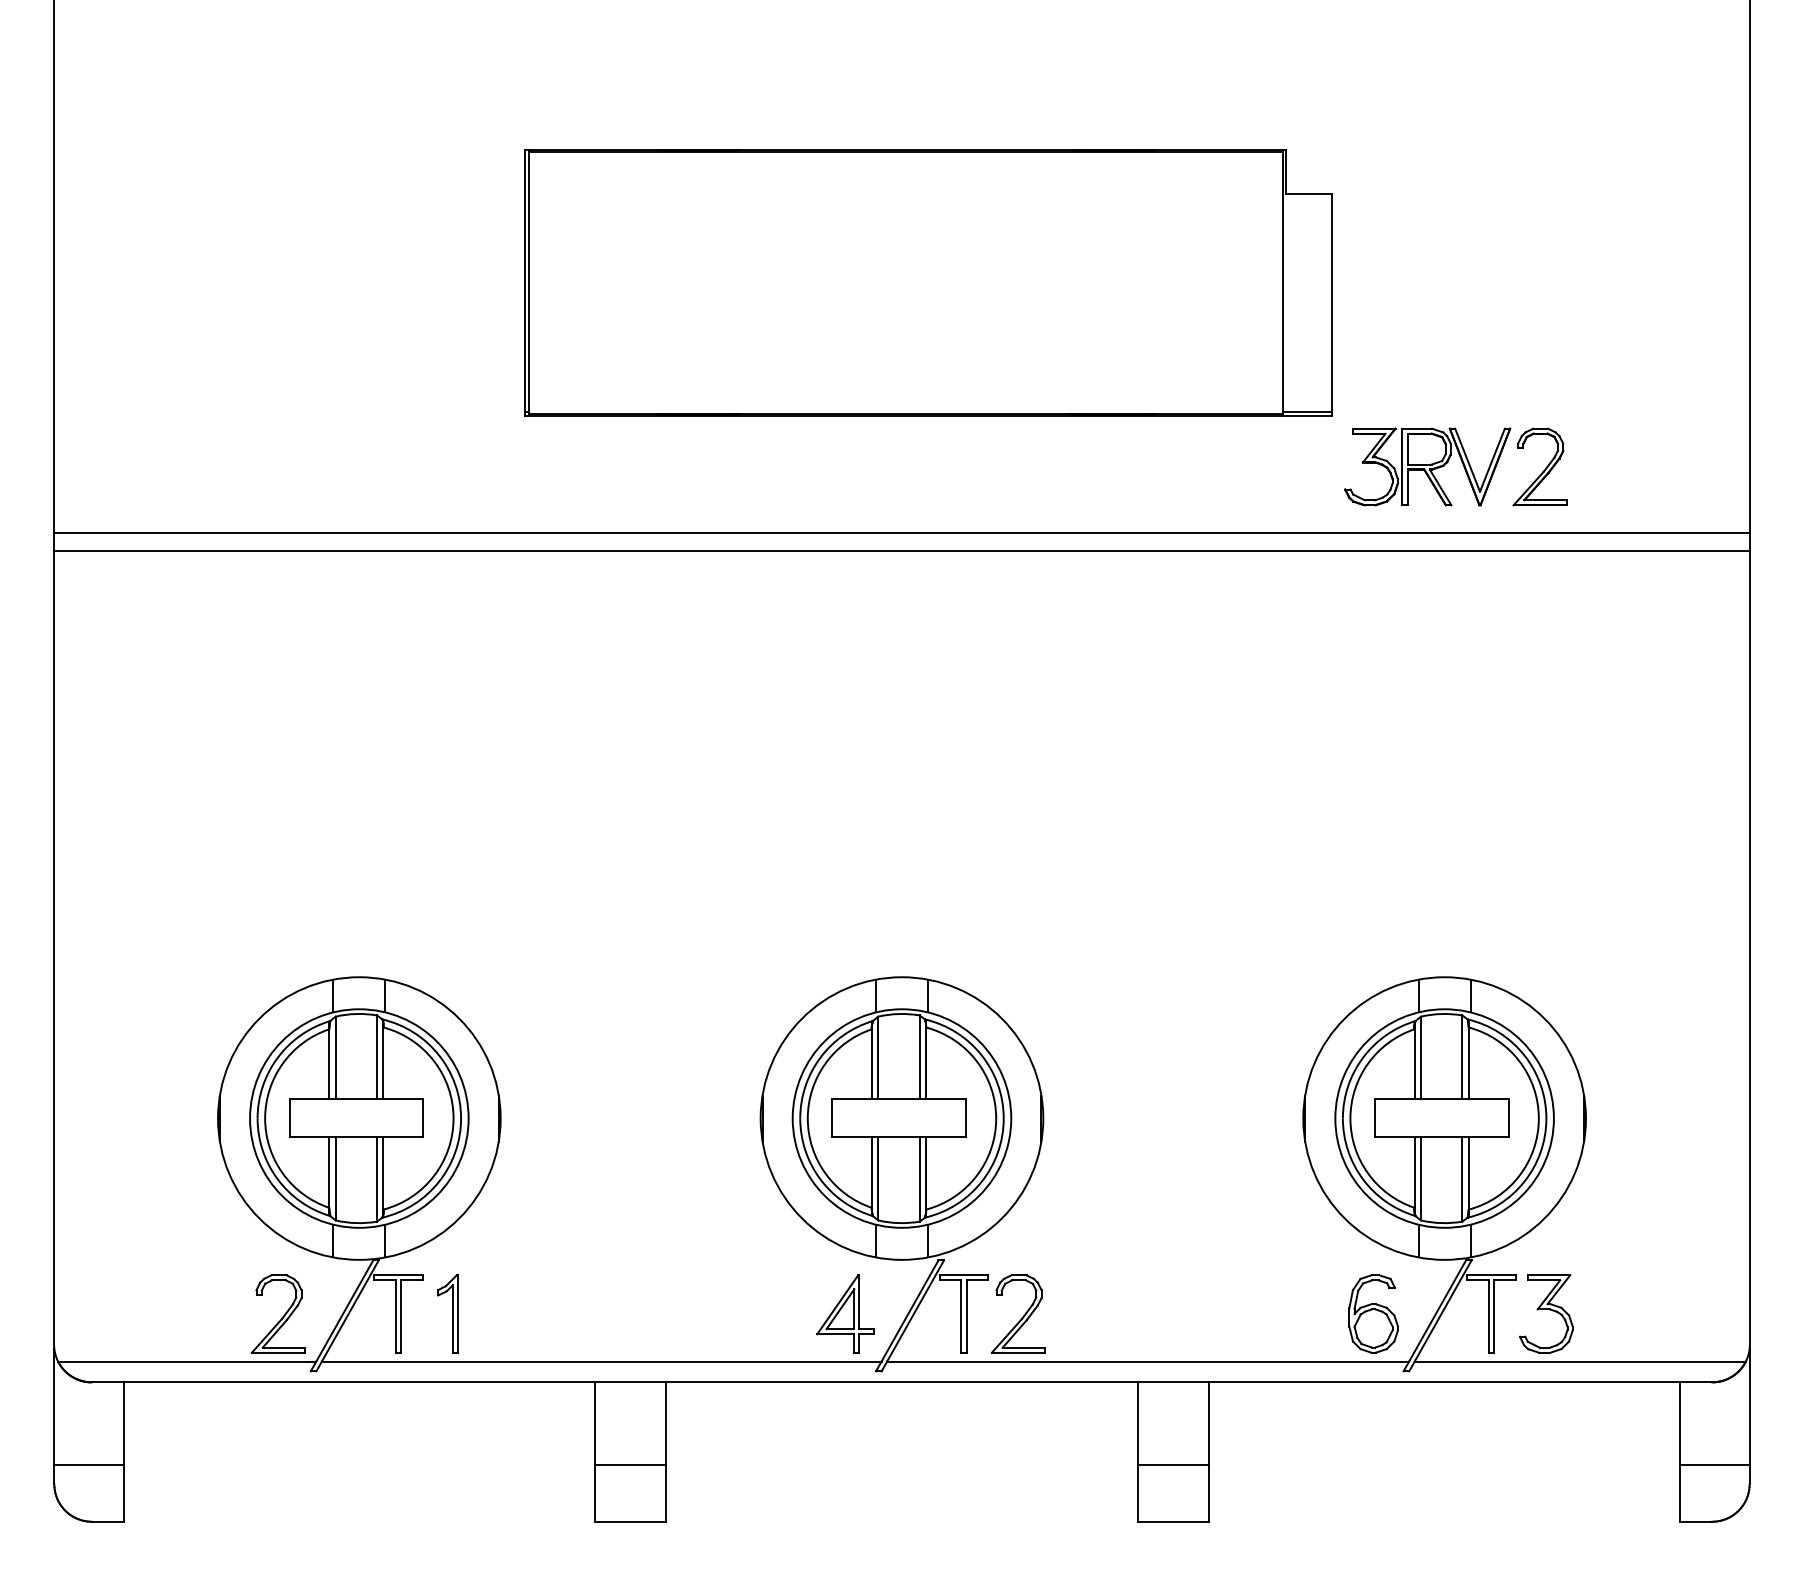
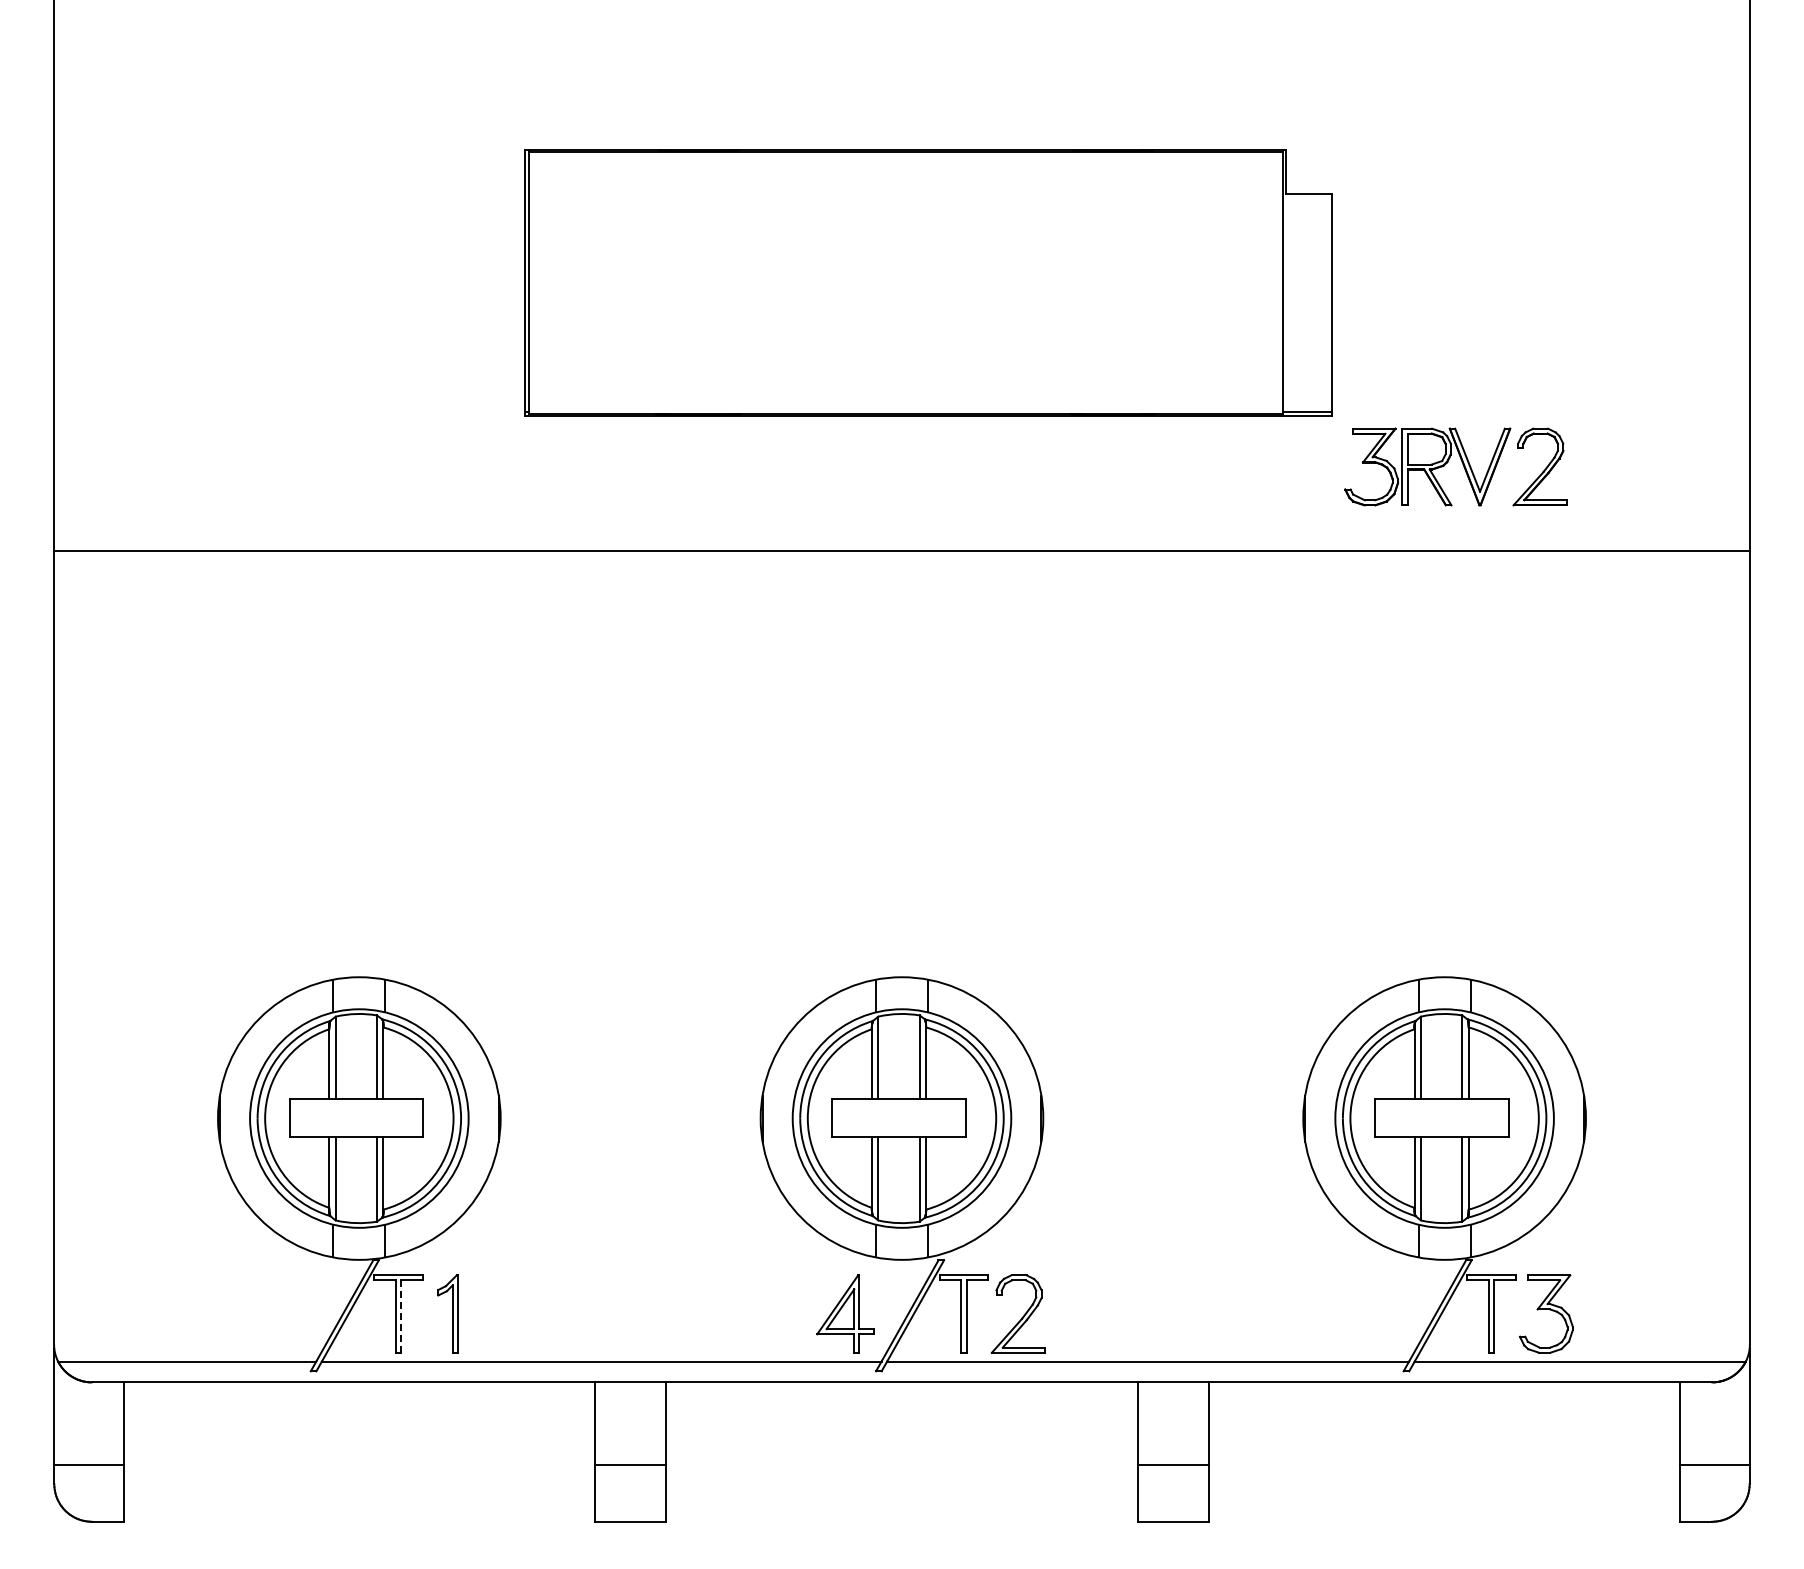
line at (901, 532): present -> none
part at (277, 1313): present -> none
part at (1373, 1313): present -> none
line at (401, 1316): solid -> dashed
